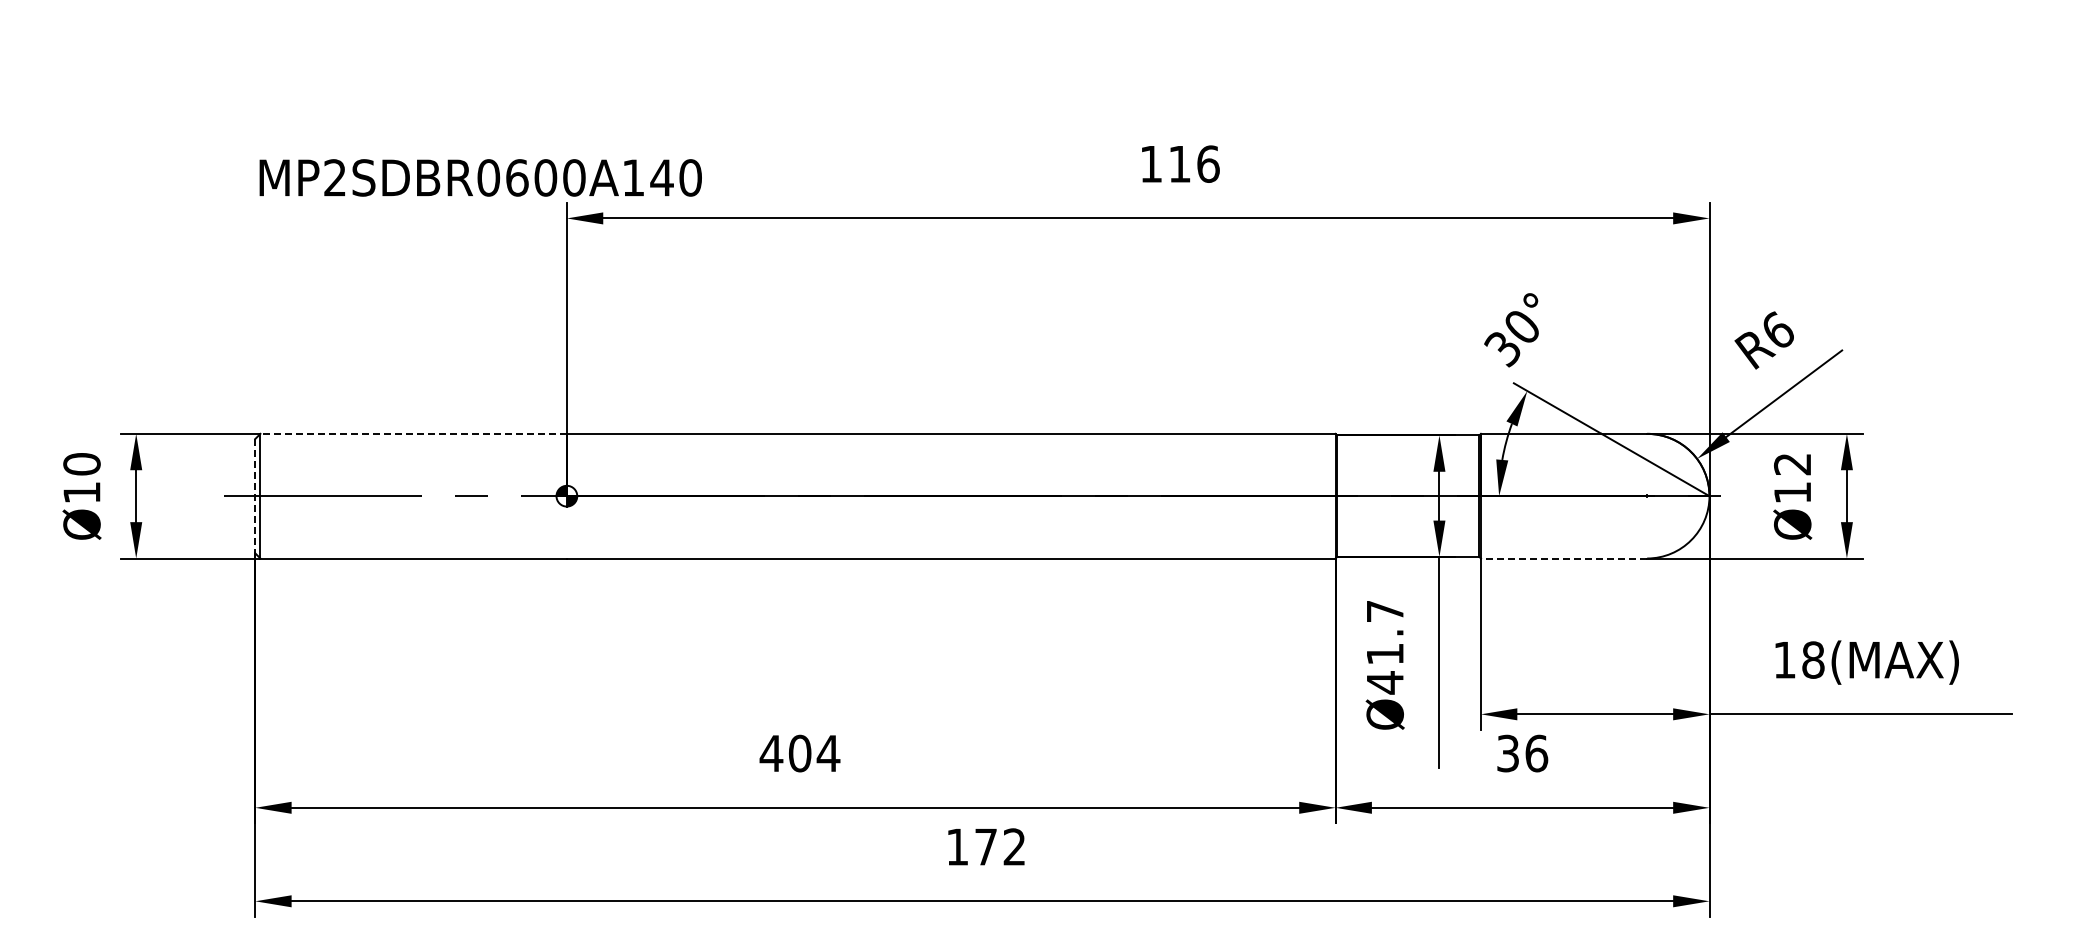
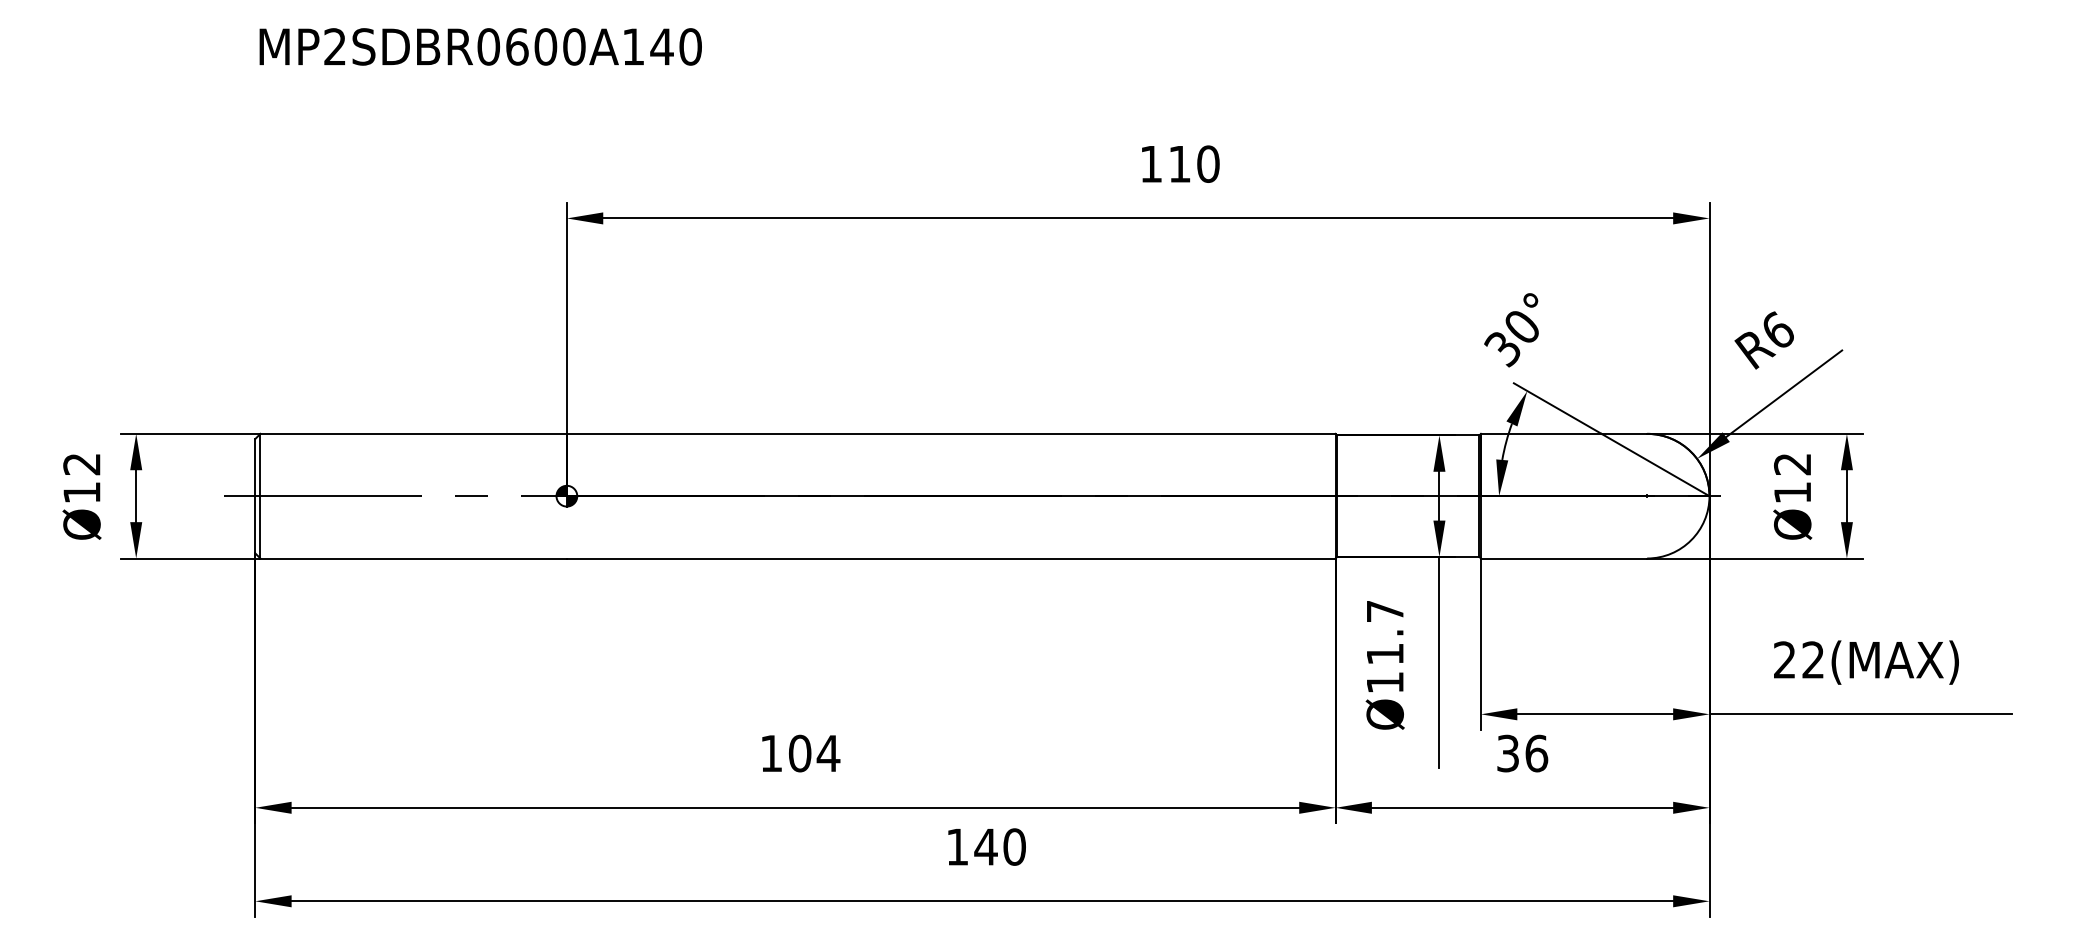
text at (1208, 163): 116 -> 110
text at (480, 177) position: (480, 177) -> (480, 46)
line at (413, 433): dashed -> solid
text at (81, 464): Ø10 -> Ø12
line at (255, 496): dashed -> solid
line at (1563, 558): dashed -> solid
text at (1799, 659): 18(MAX) -> 22(MAX)
text at (1385, 682): Ø41.7 -> Ø11.7
text at (771, 753): 404 -> 104
text at (999, 846): 172 -> 140
